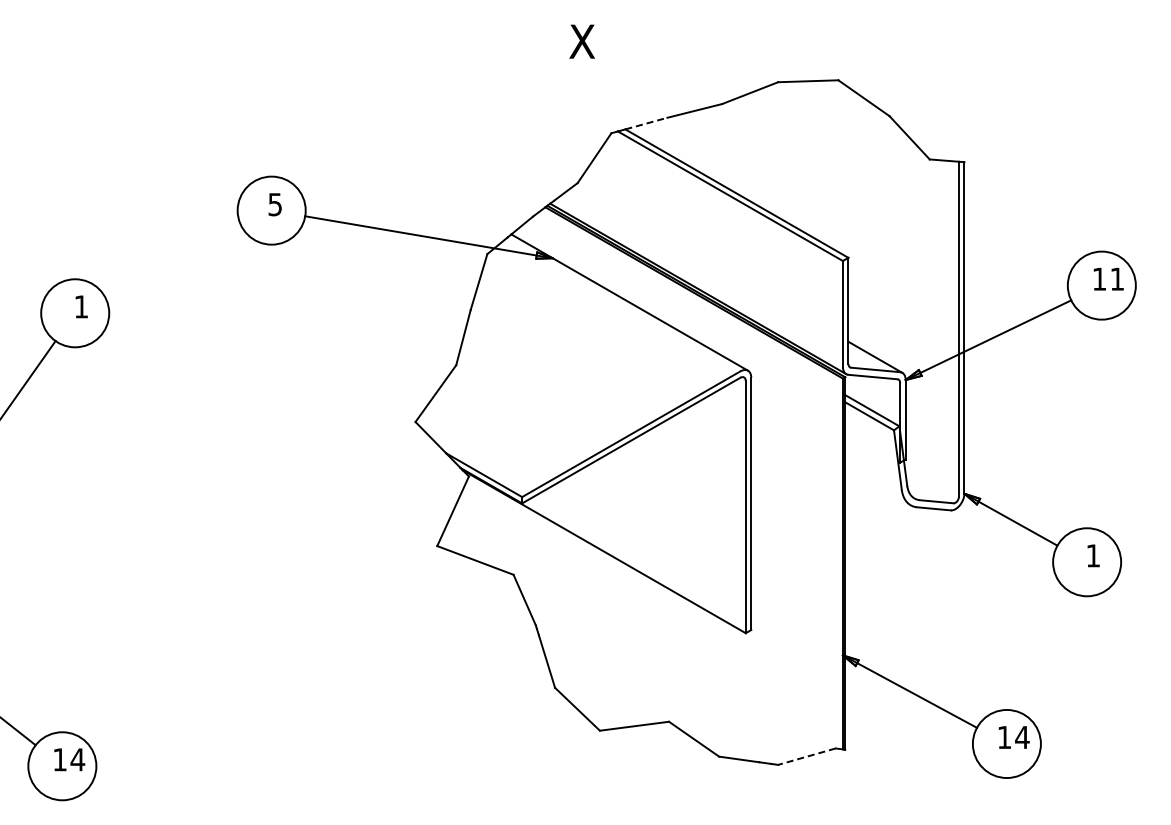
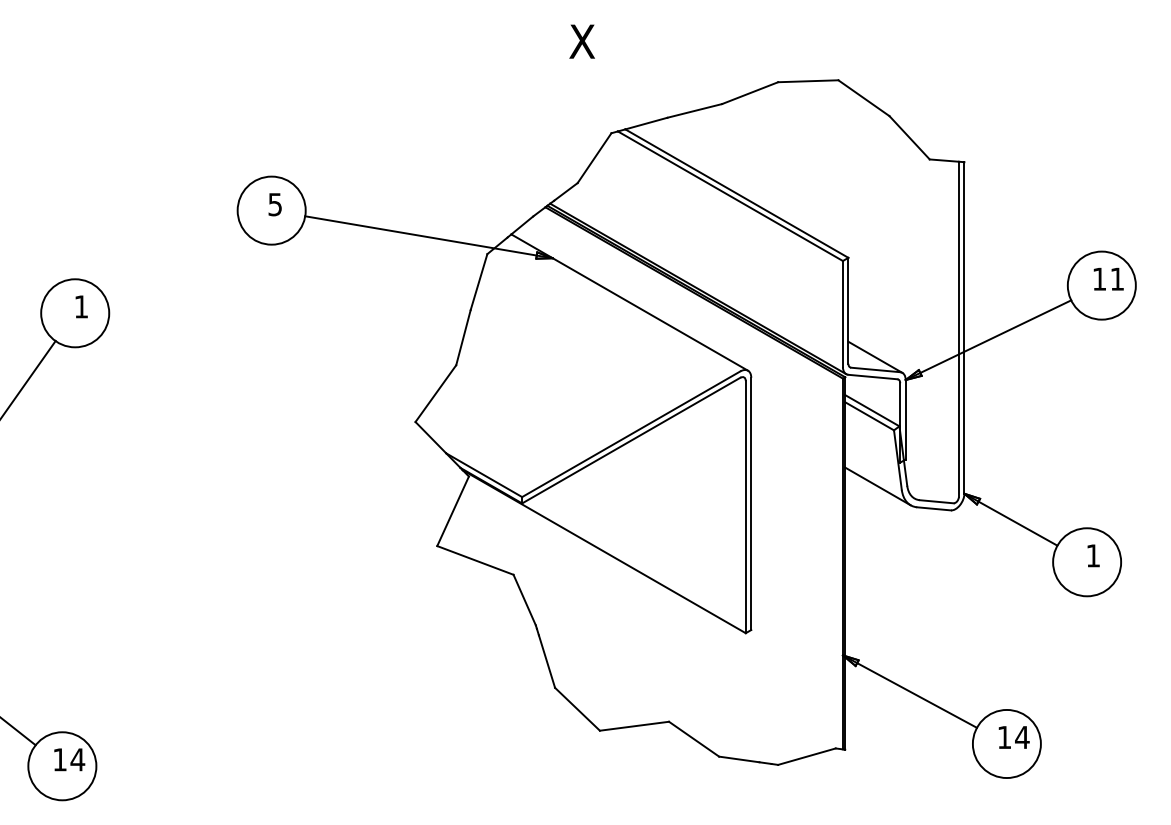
line at (646, 123): dashed -> solid
line at (877, 486): none -> present
line at (806, 756): dashed -> solid
